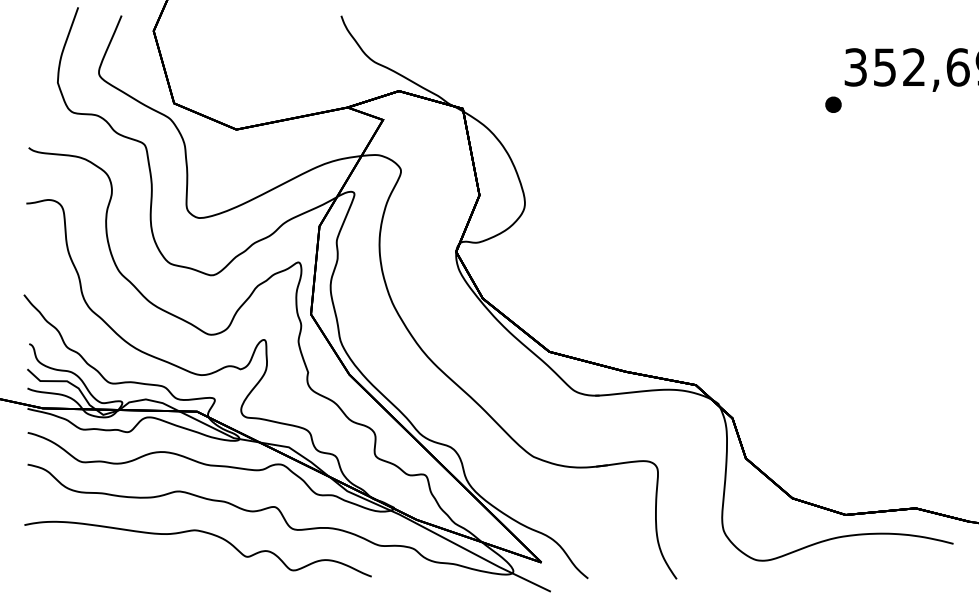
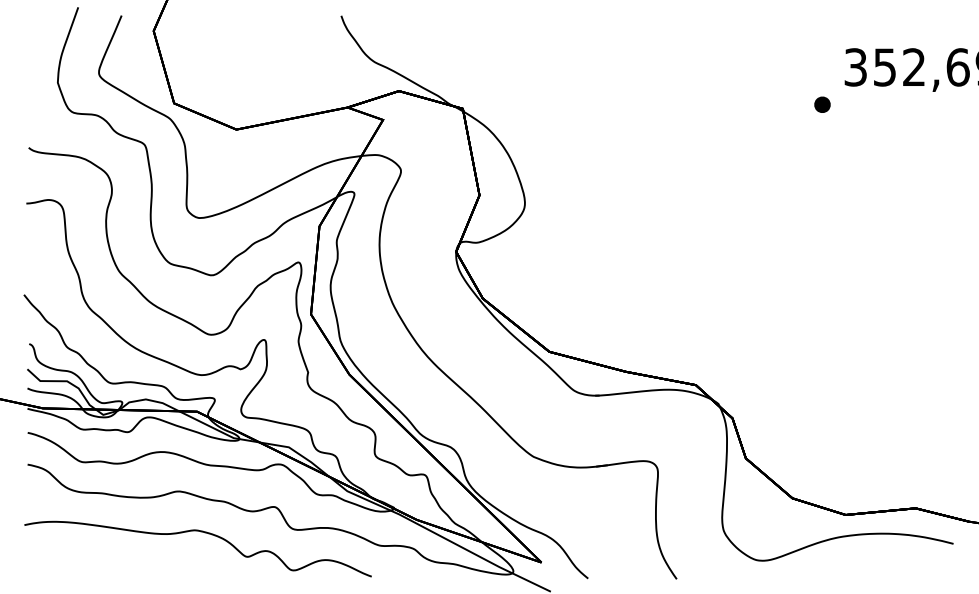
part at (833, 104) position: (833, 104) -> (822, 104)
